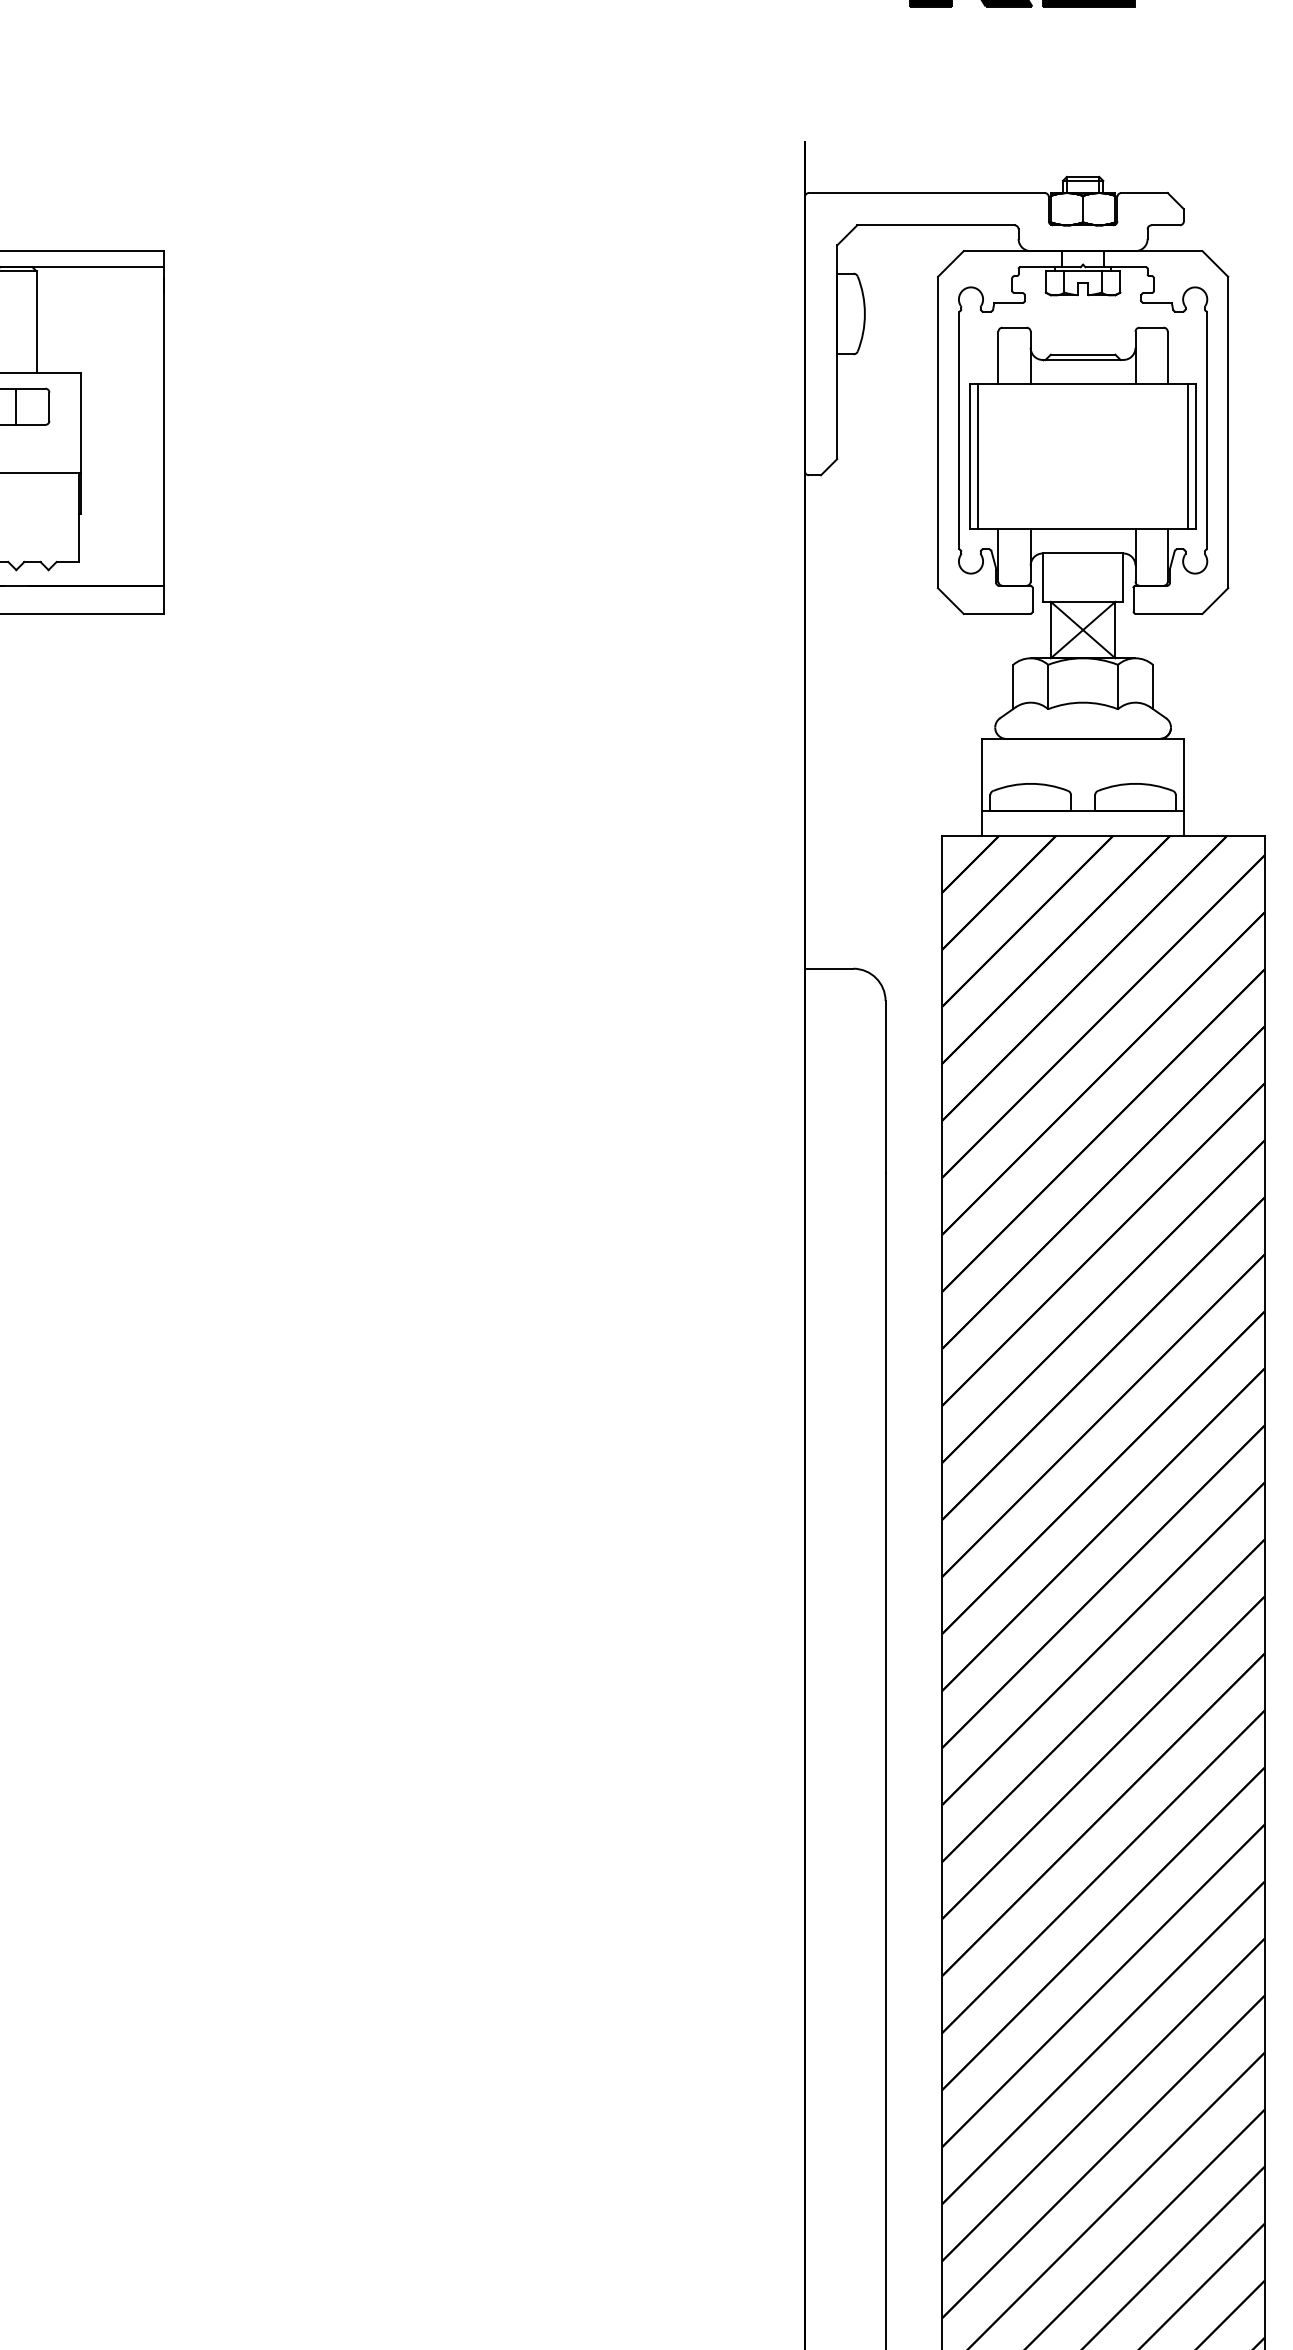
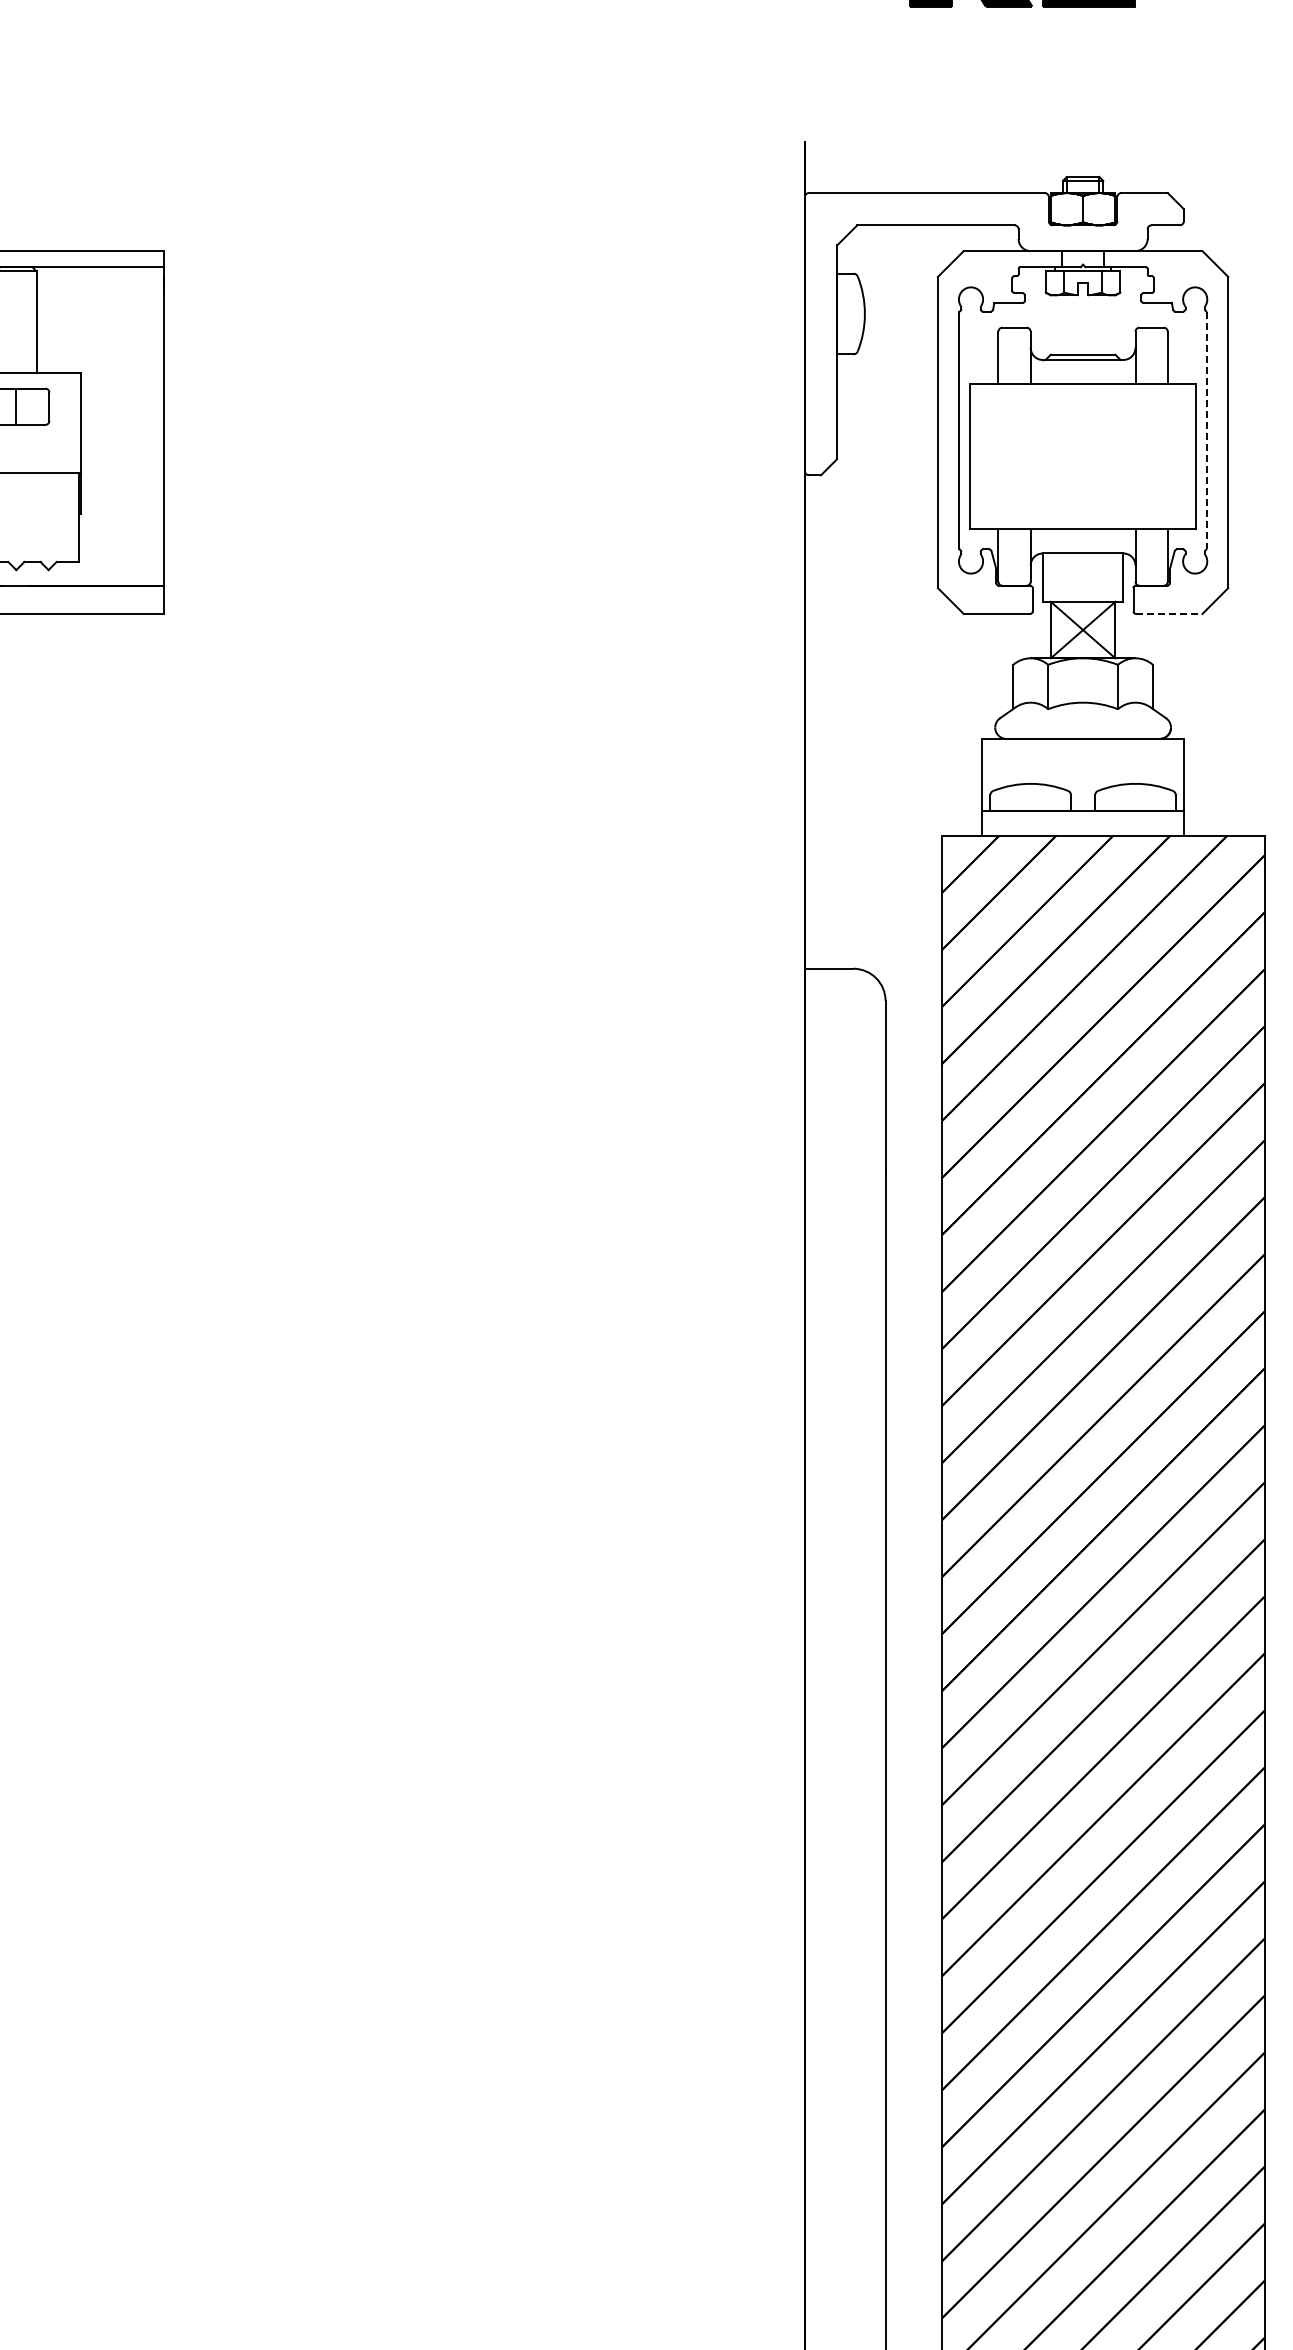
line at (1207, 430): solid -> dashed
line at (978, 456): present -> none
line at (1187, 456): present -> none
line at (1169, 613): solid -> dashed
